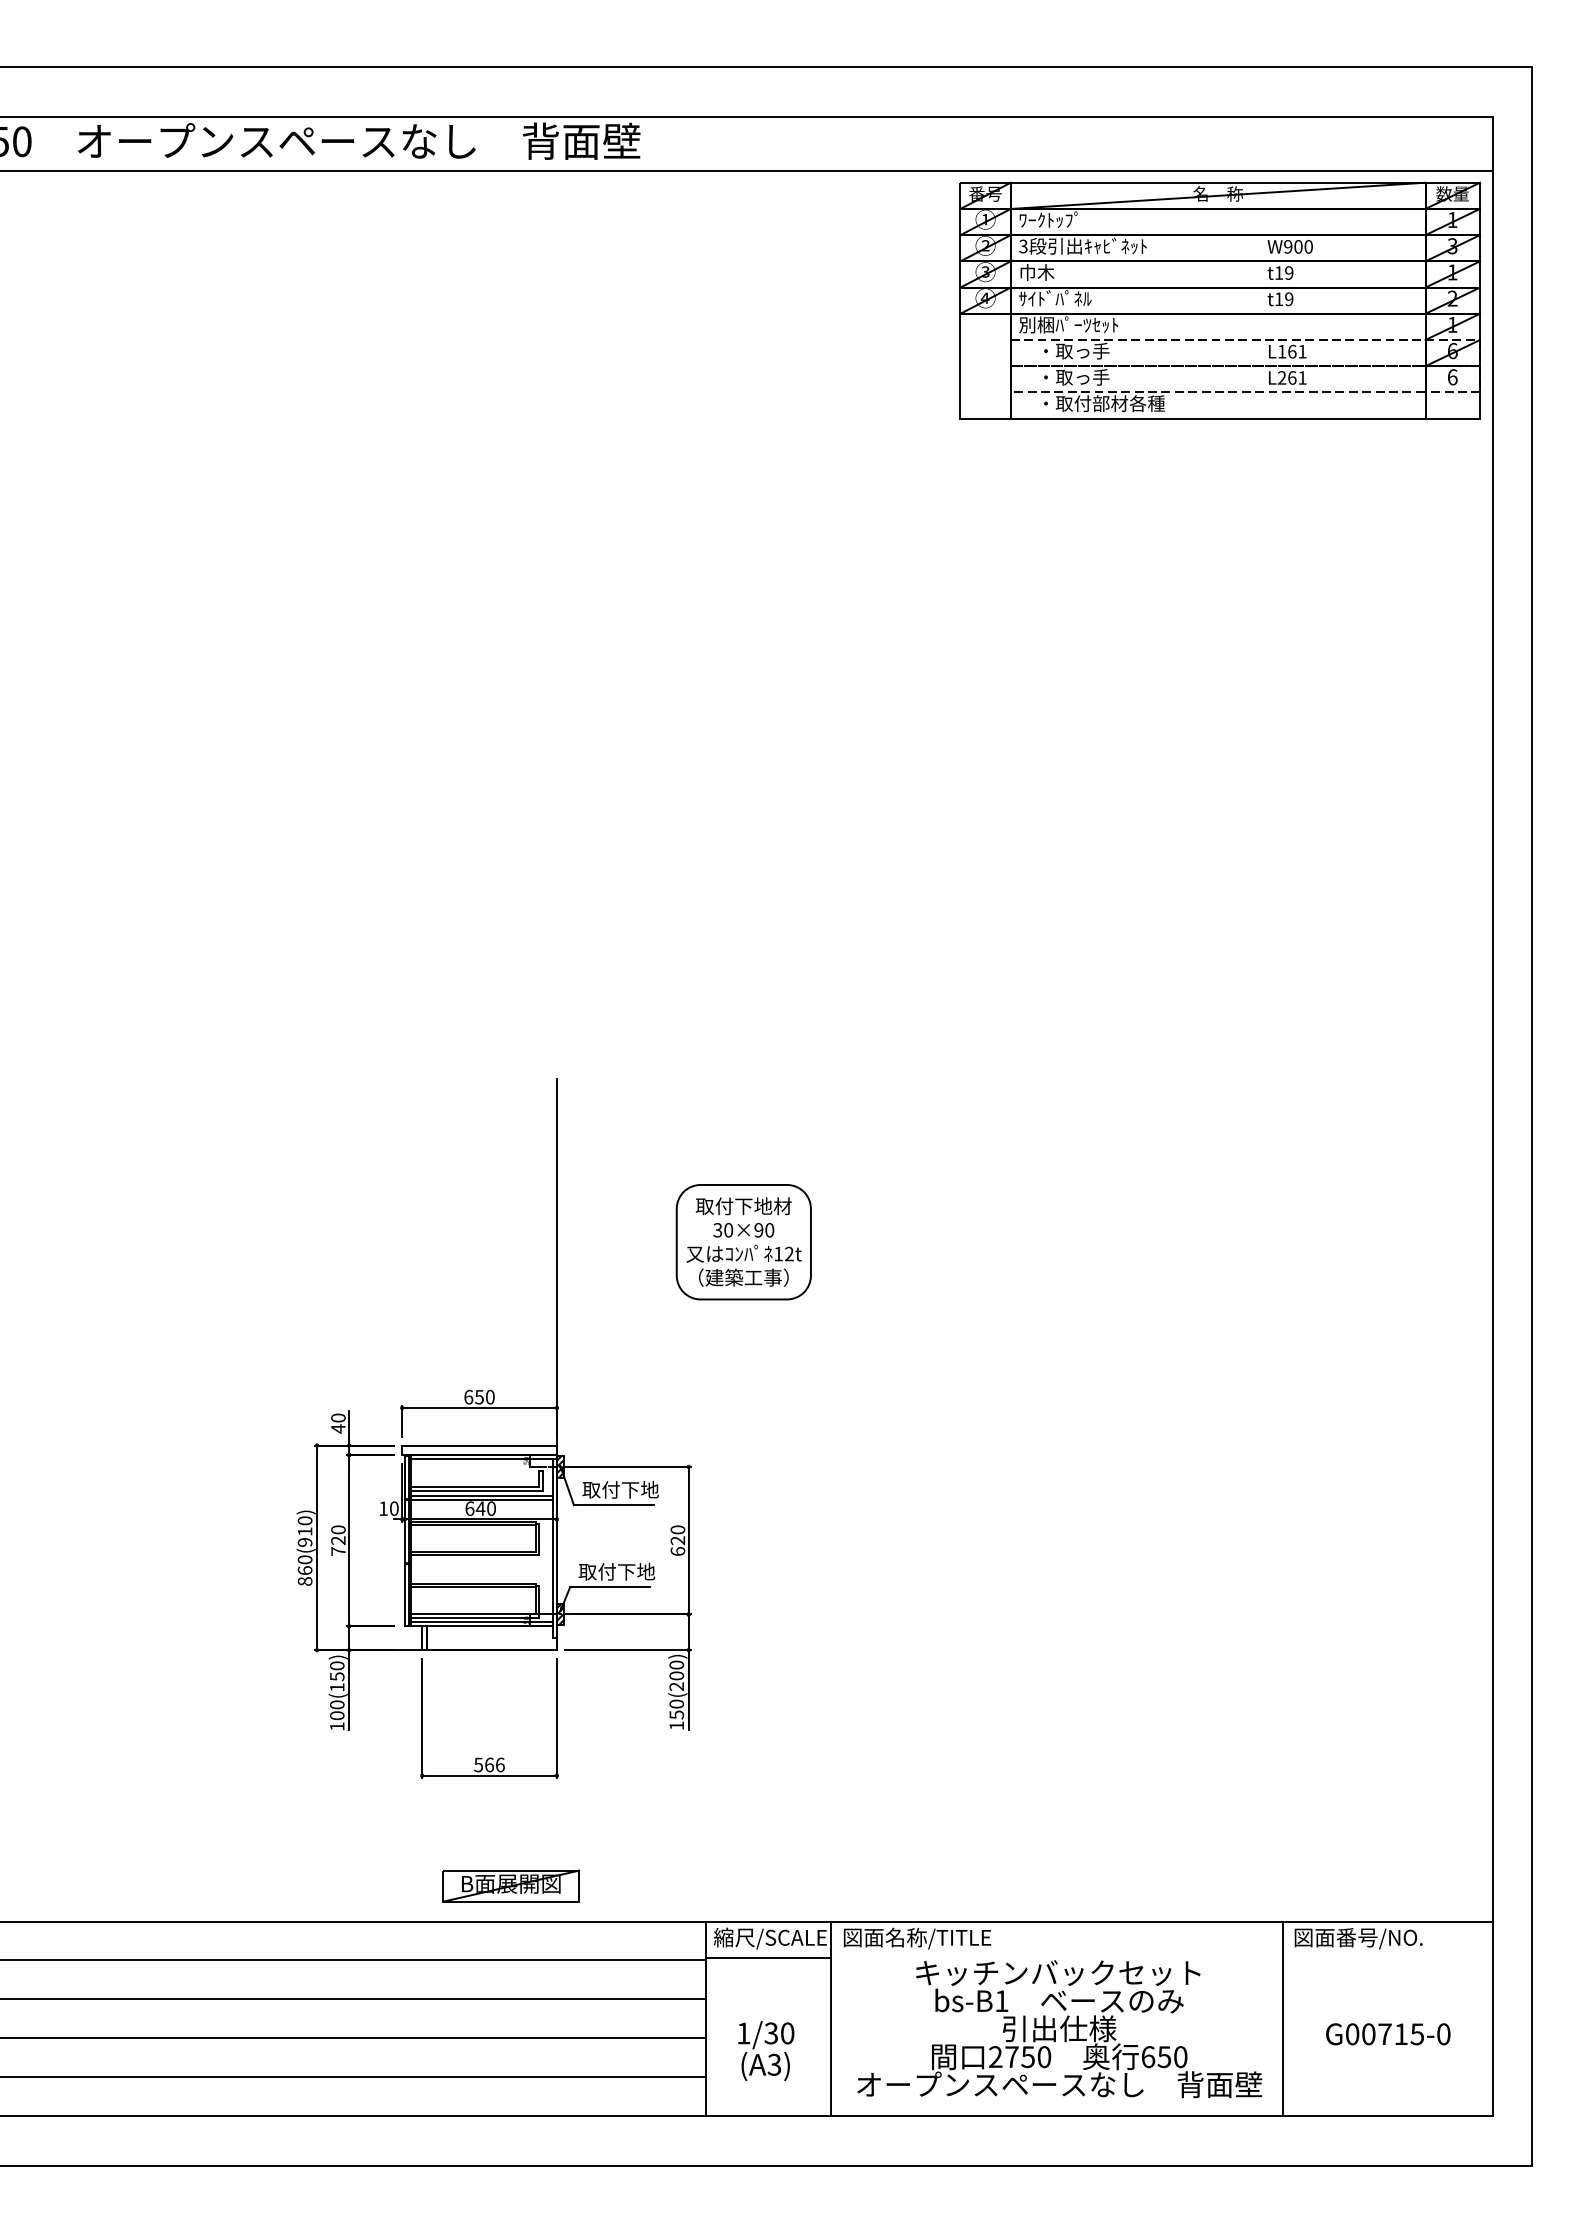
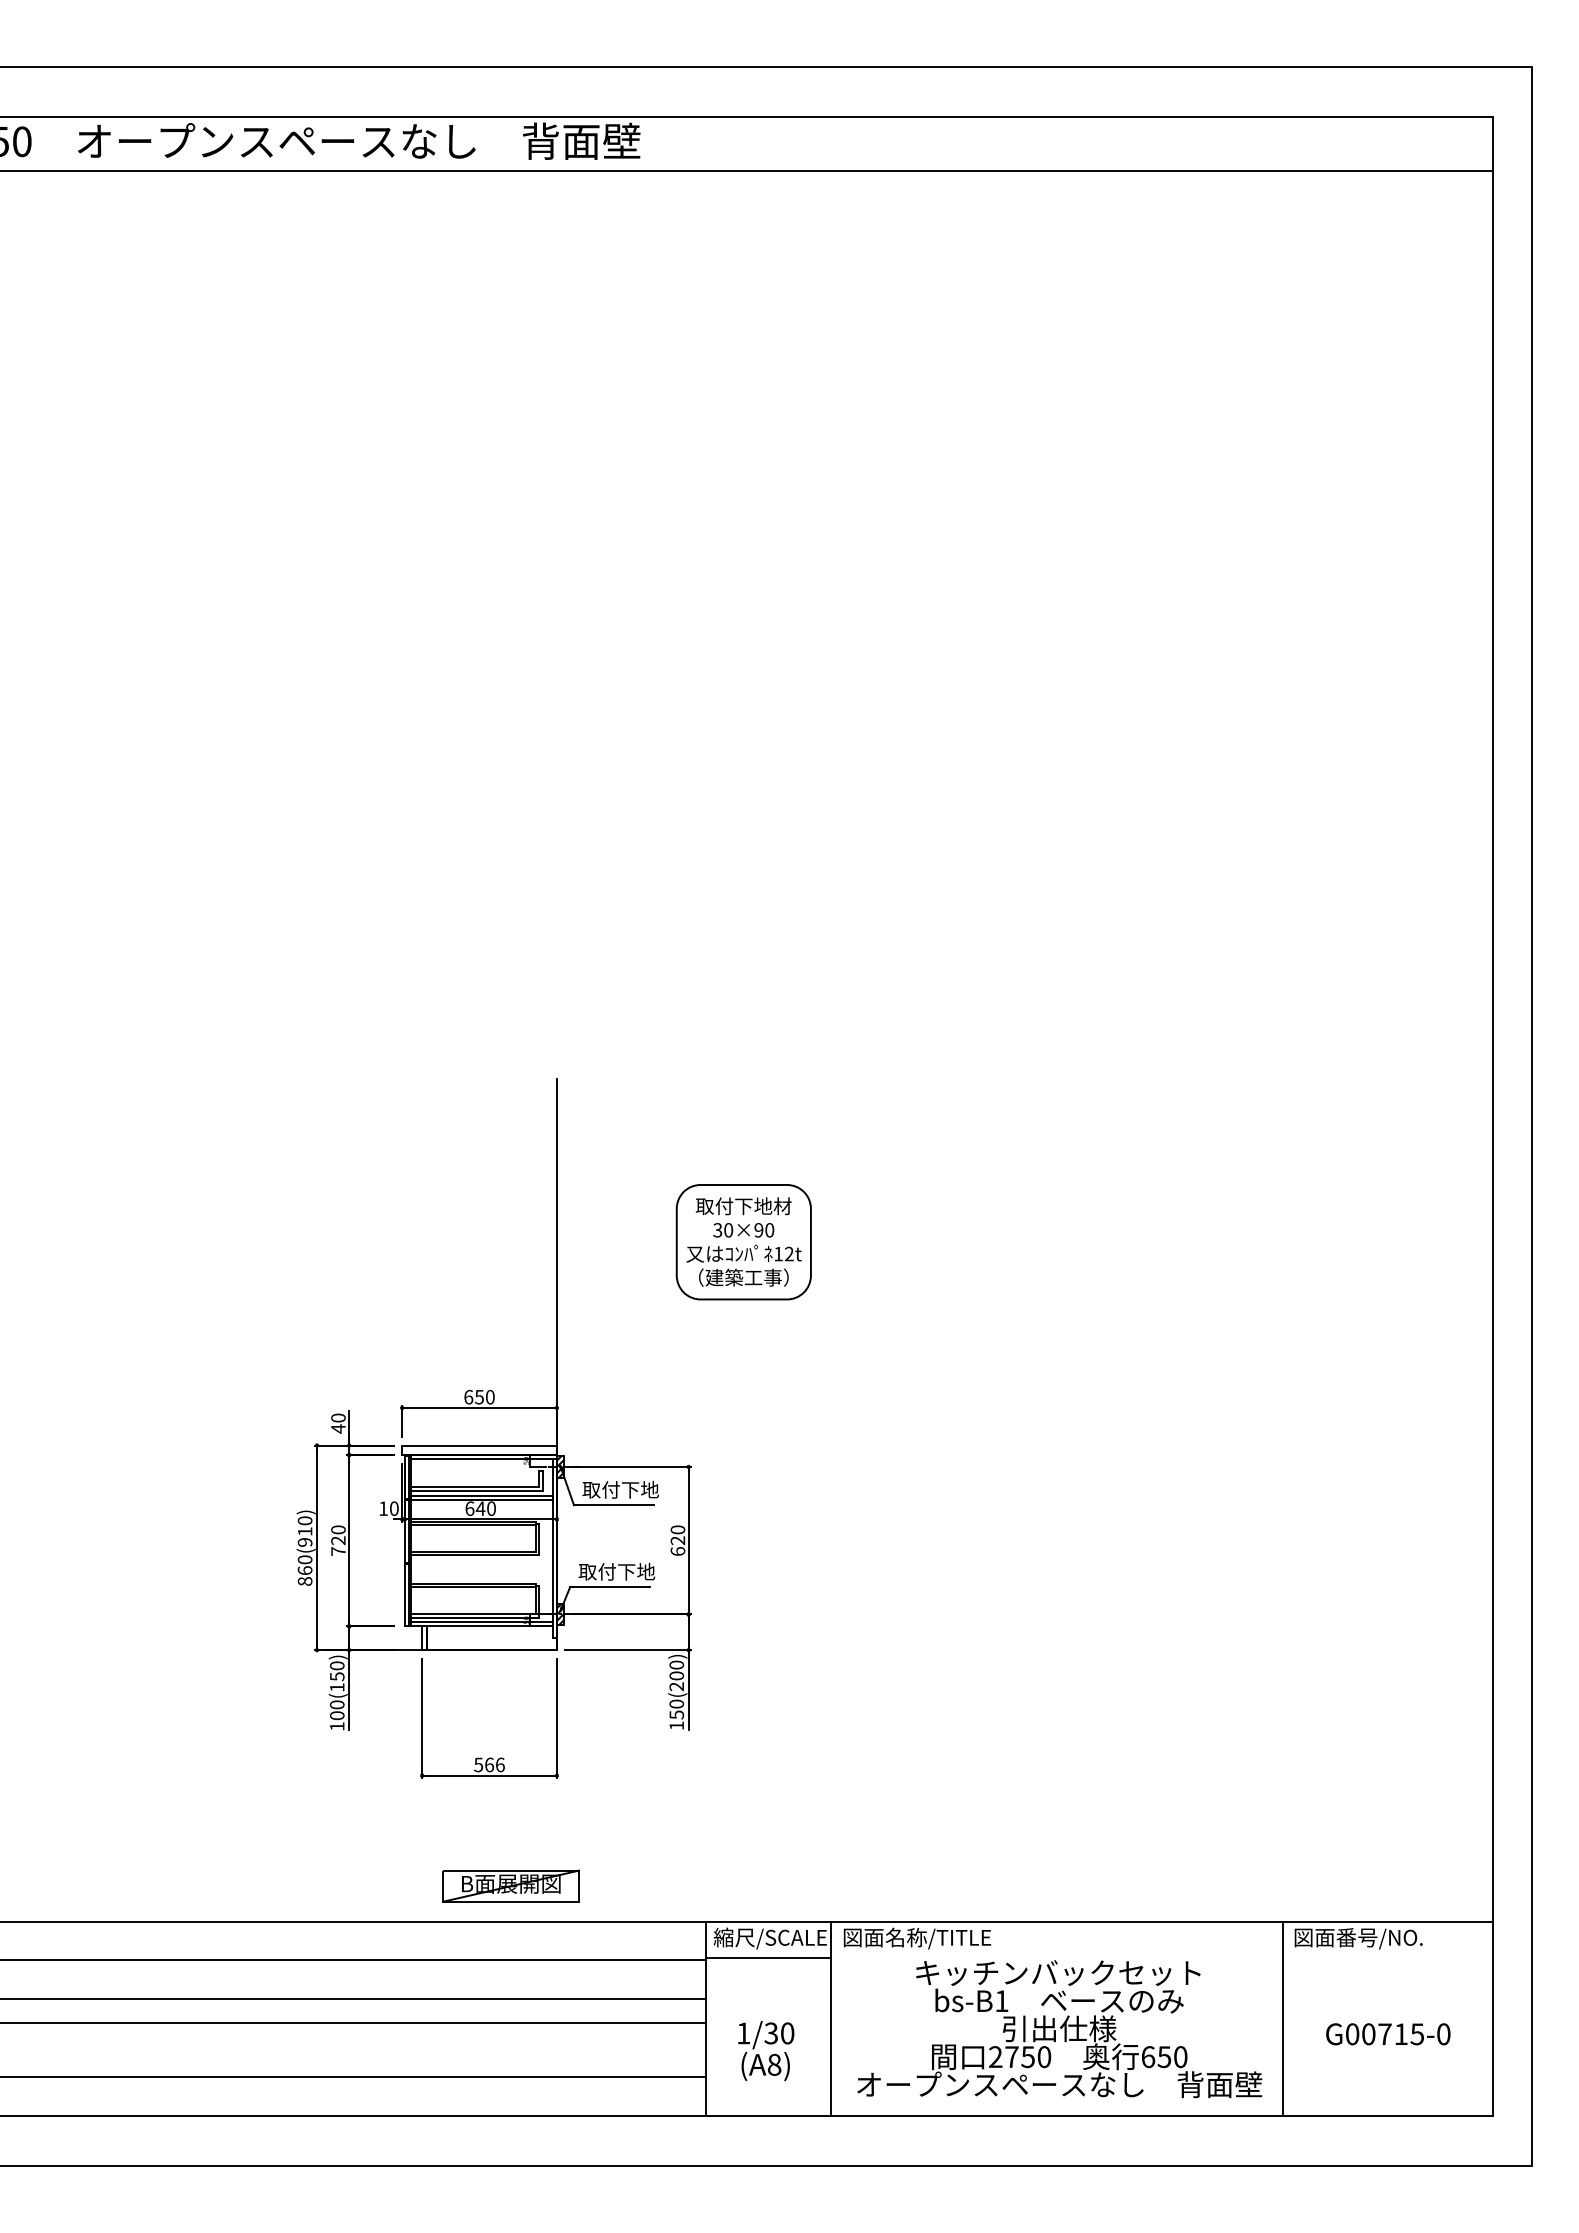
part at (1219, 300): present -> none
line at (354, 2037) position: (354, 2037) -> (354, 2022)
text at (774, 2064): (A3) -> (A8)
